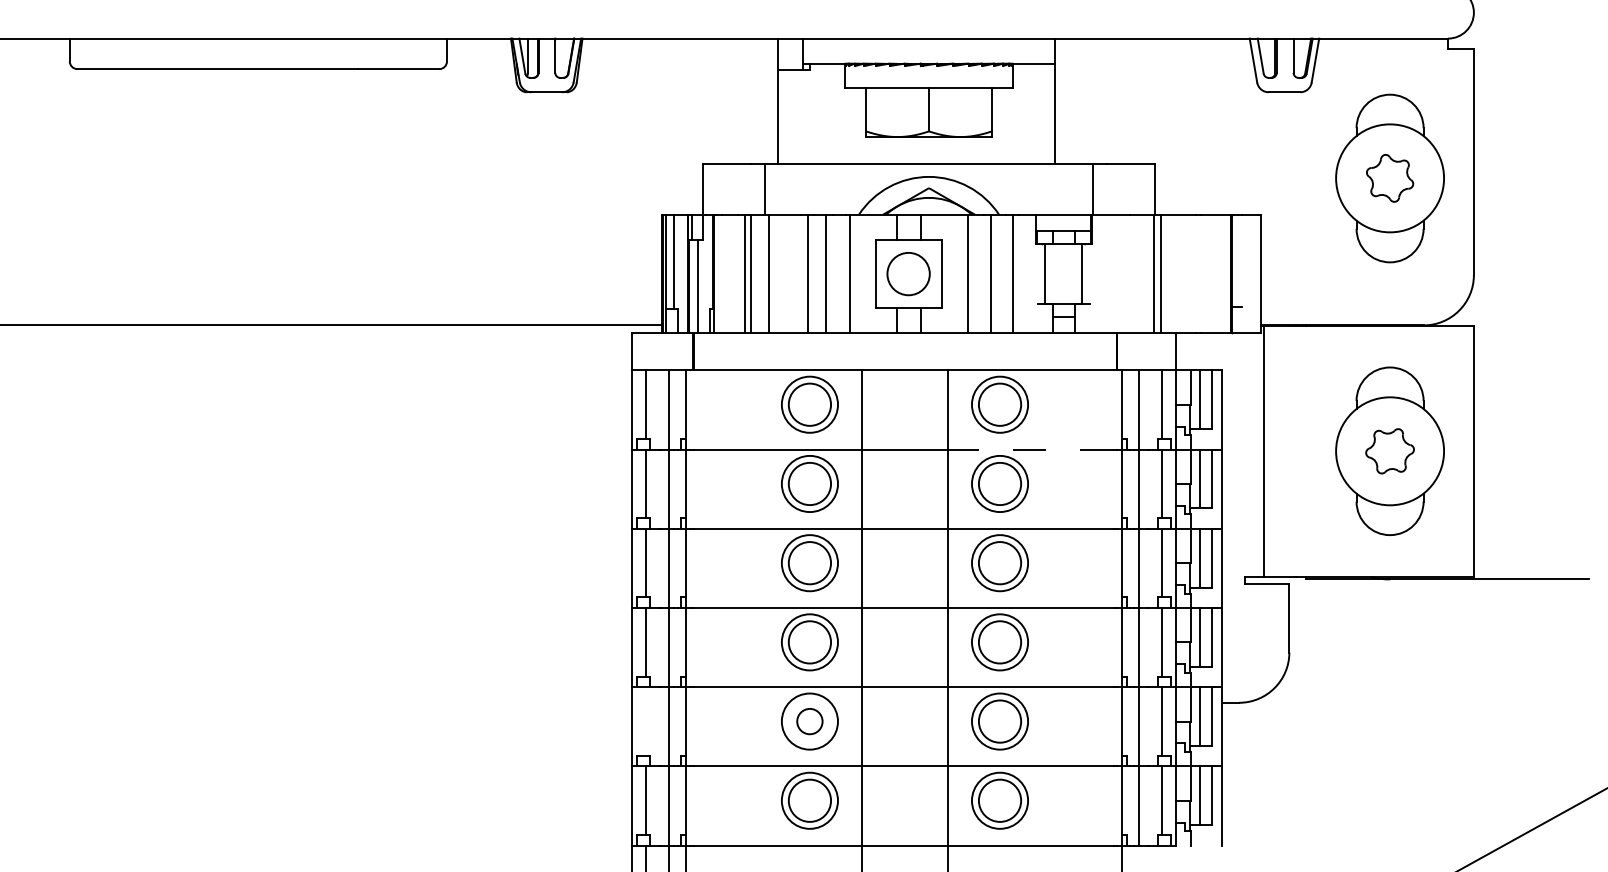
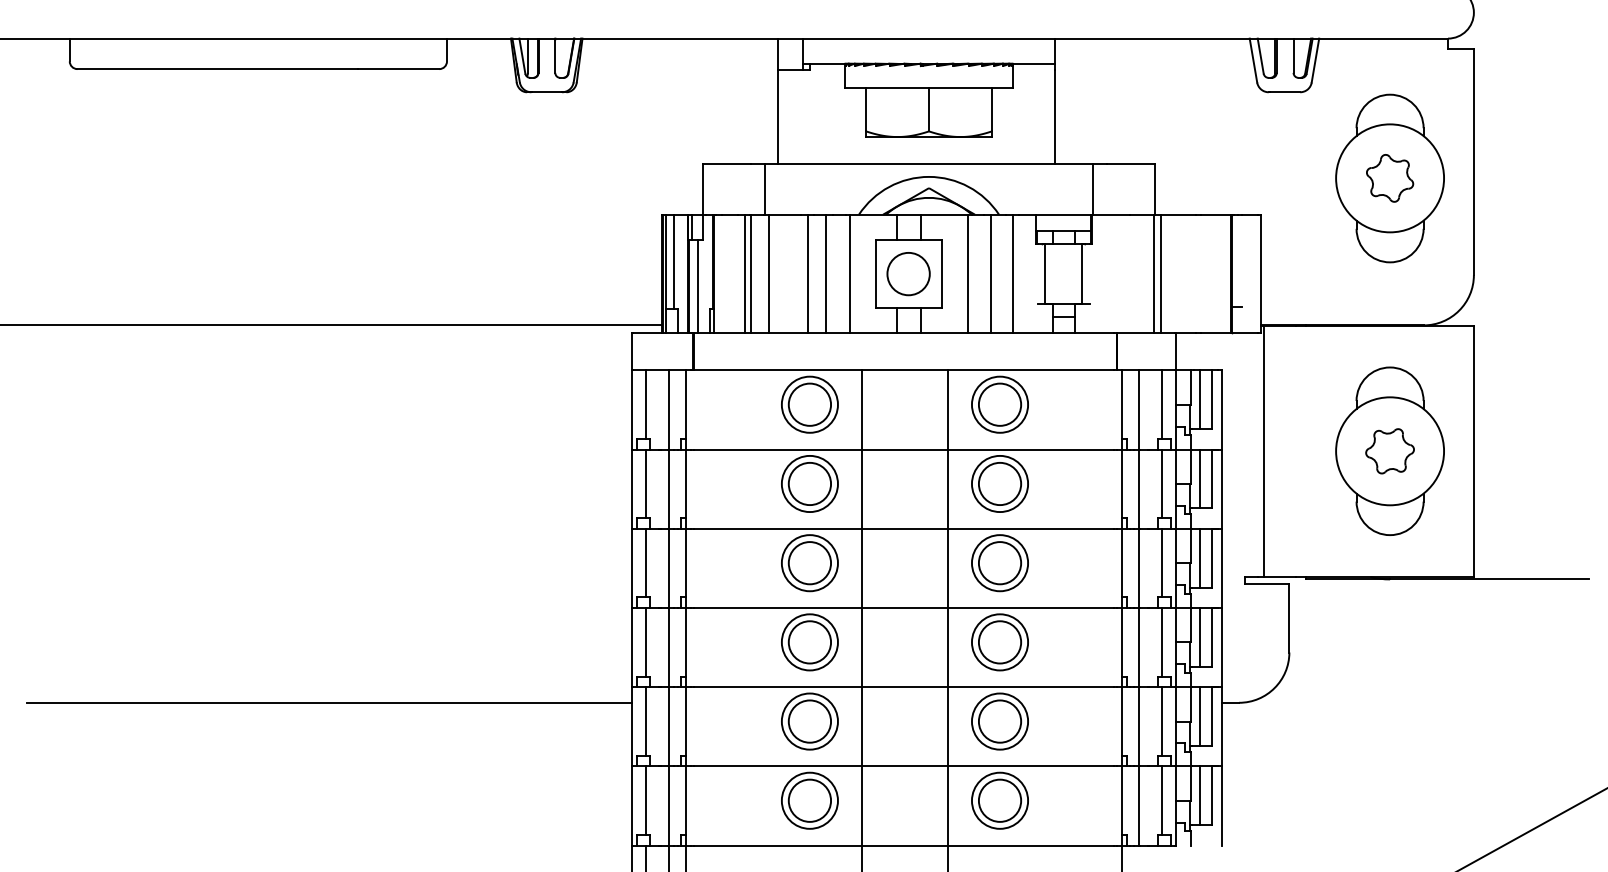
line at (1030, 449): dashed -> solid
line at (329, 702): none -> present
line at (646, 721): none -> present
circle at (809, 721) diameter: 25 px -> 42 px
